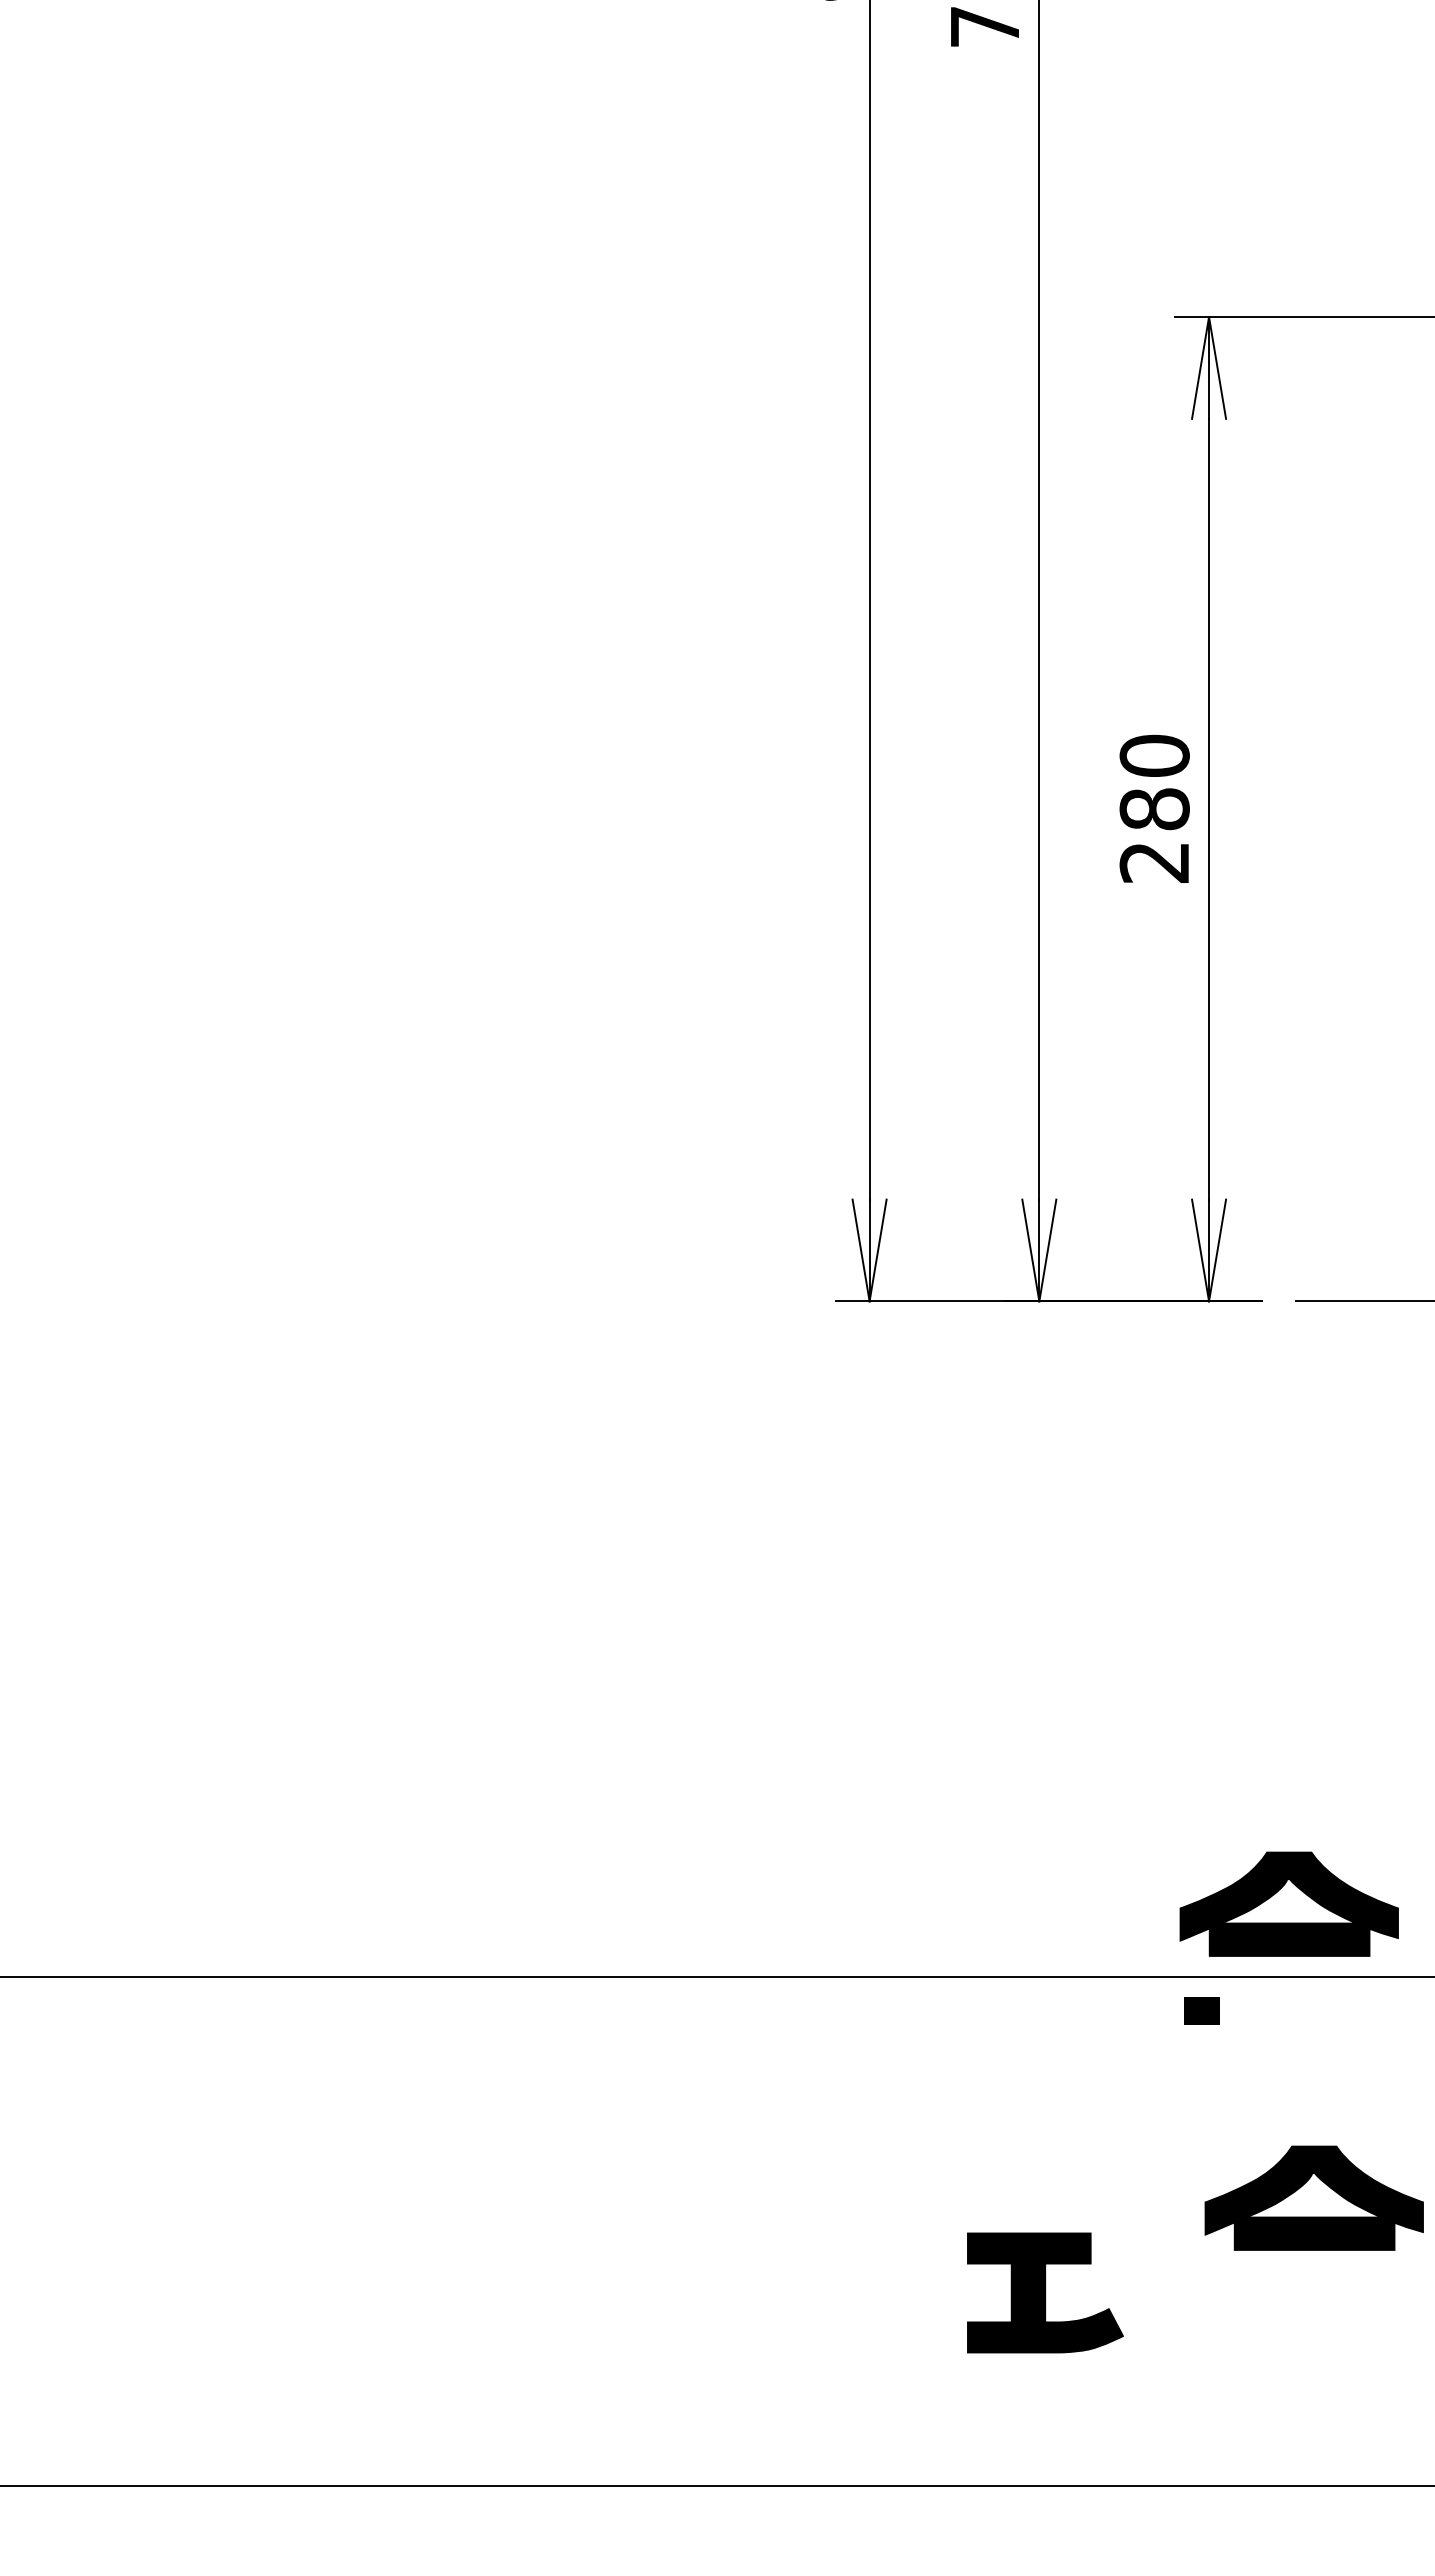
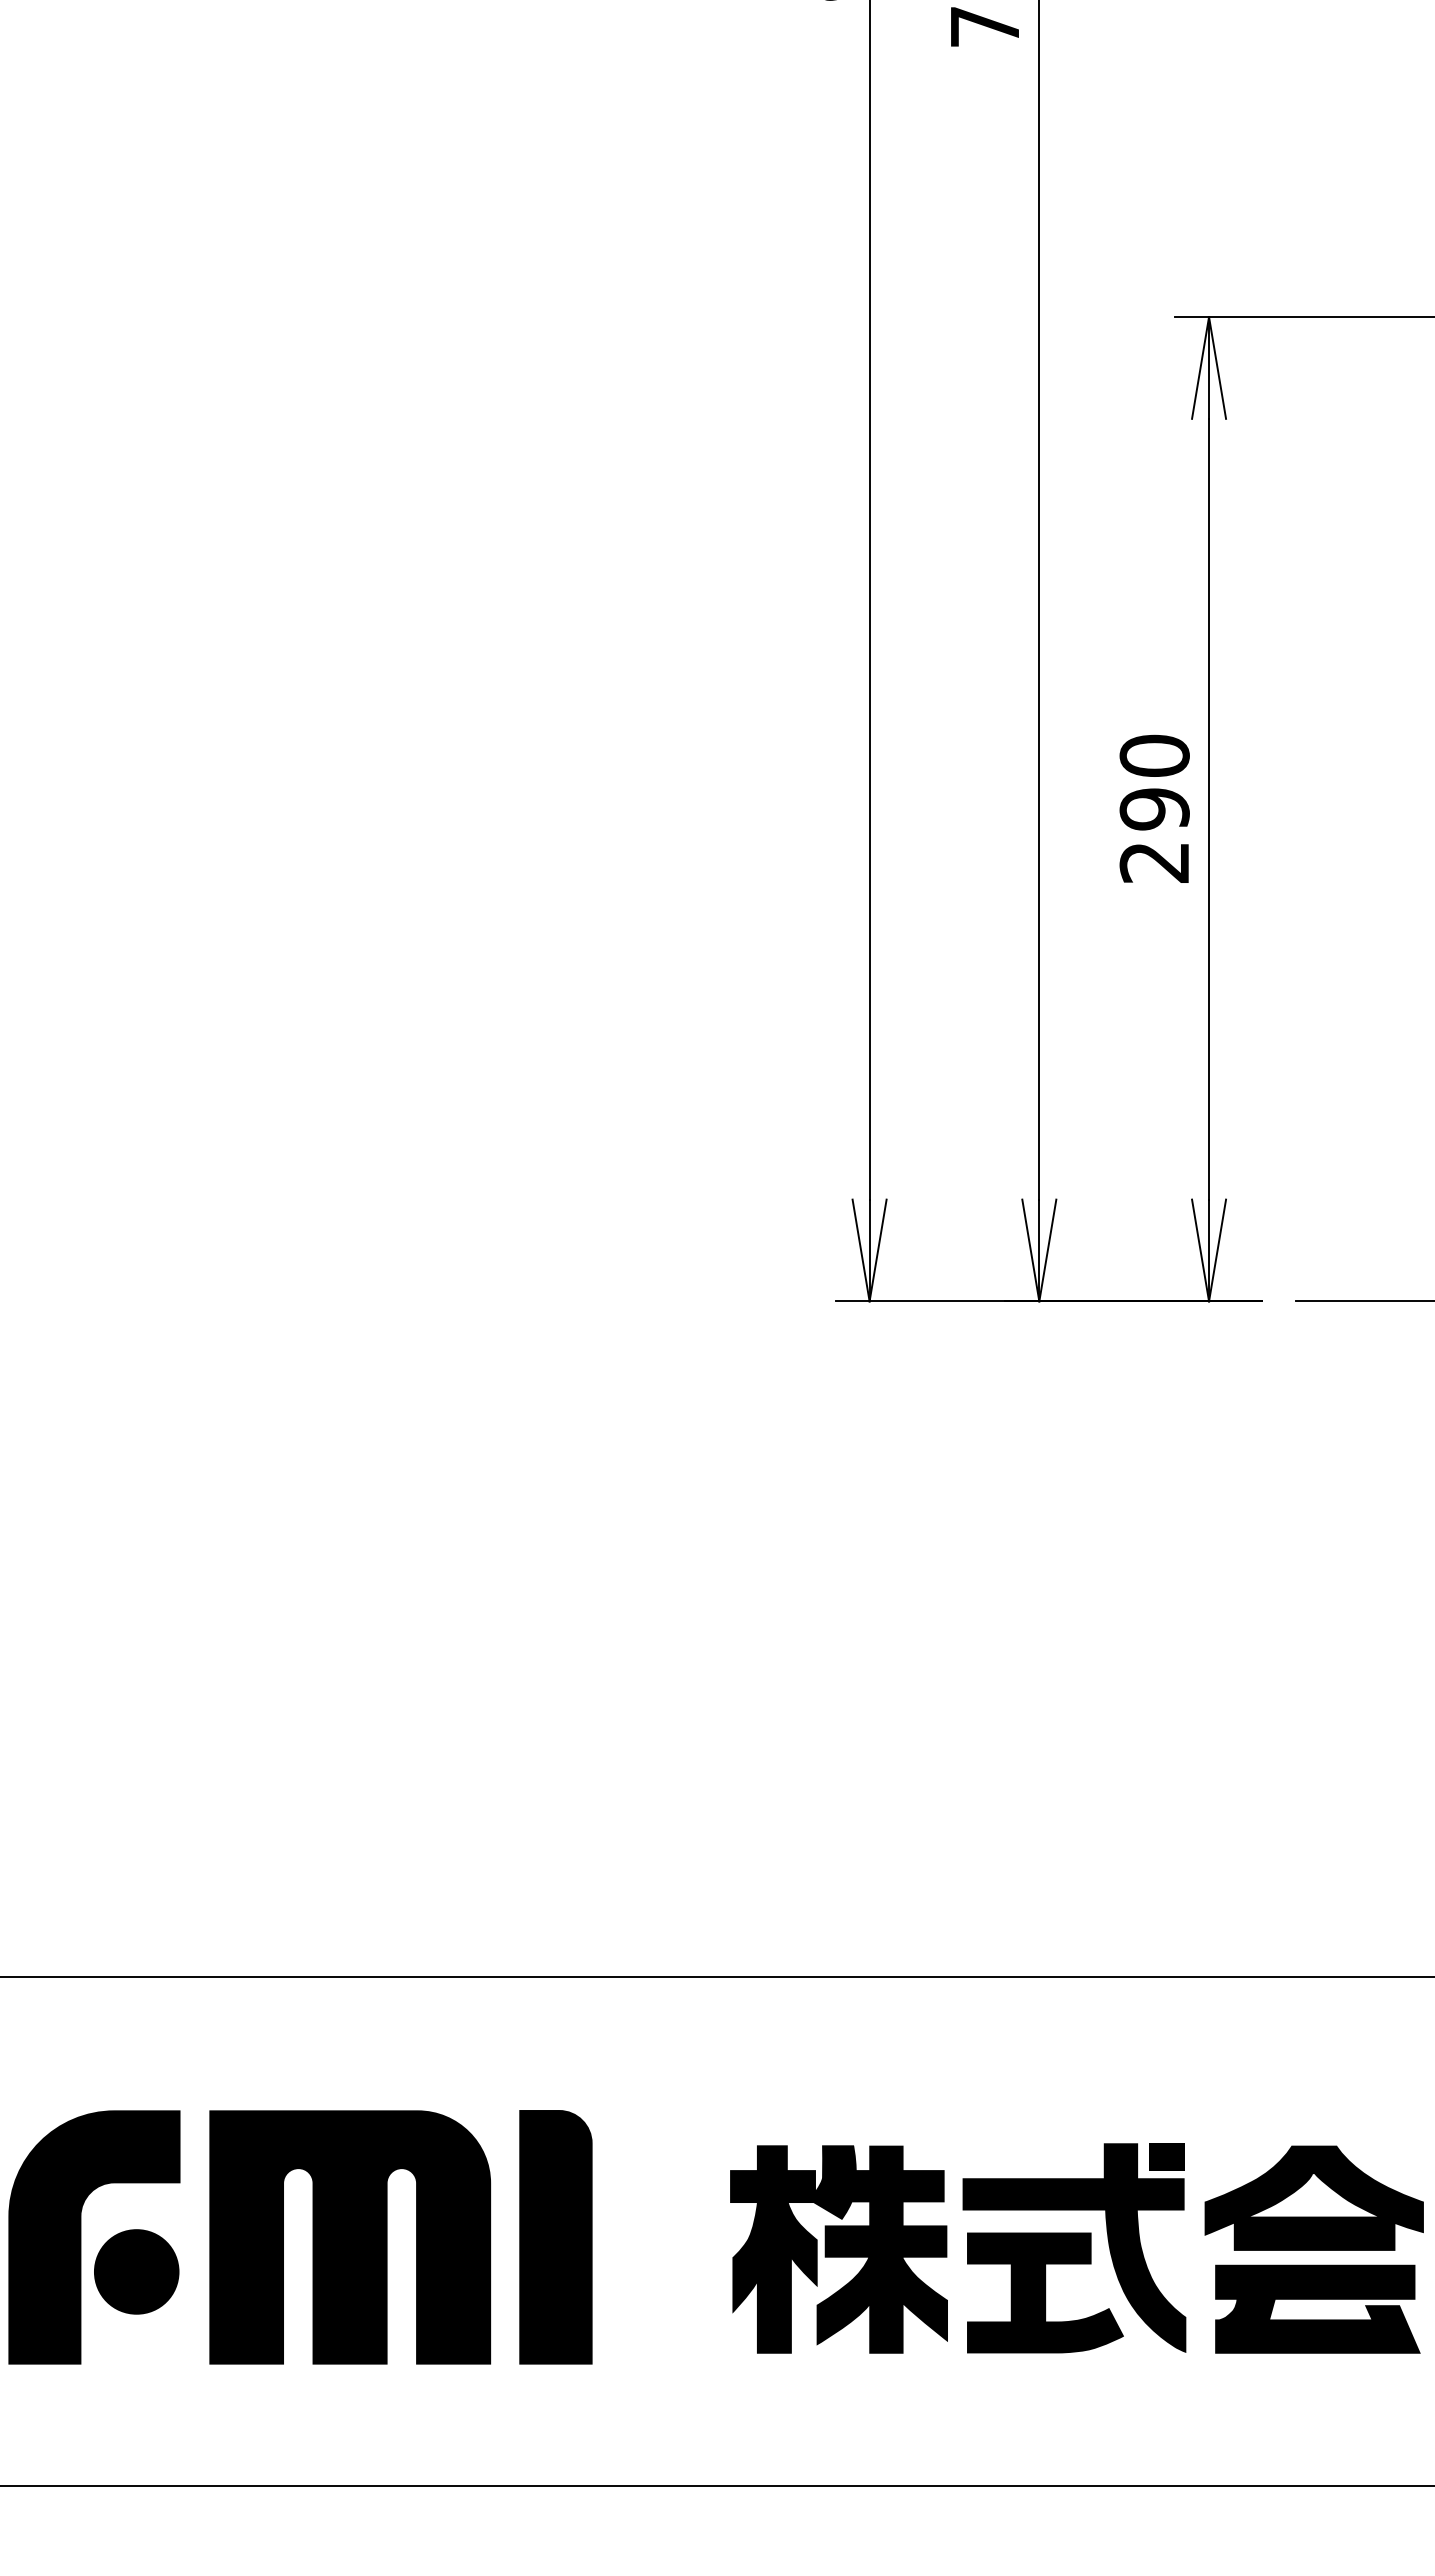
text at (1154, 809): 280 -> 290
part at (1288, 1903): present -> none
part at (1201, 2010) position: (1201, 2010) -> (1166, 2156)
fill at (94, 2237): none -> present
fill at (350, 2237): none -> present
part at (555, 2237): none -> present
fill at (1074, 2248): none -> present
part at (838, 2249): none -> present
part at (136, 2271): none -> present
fill at (1317, 2308): none -> present
